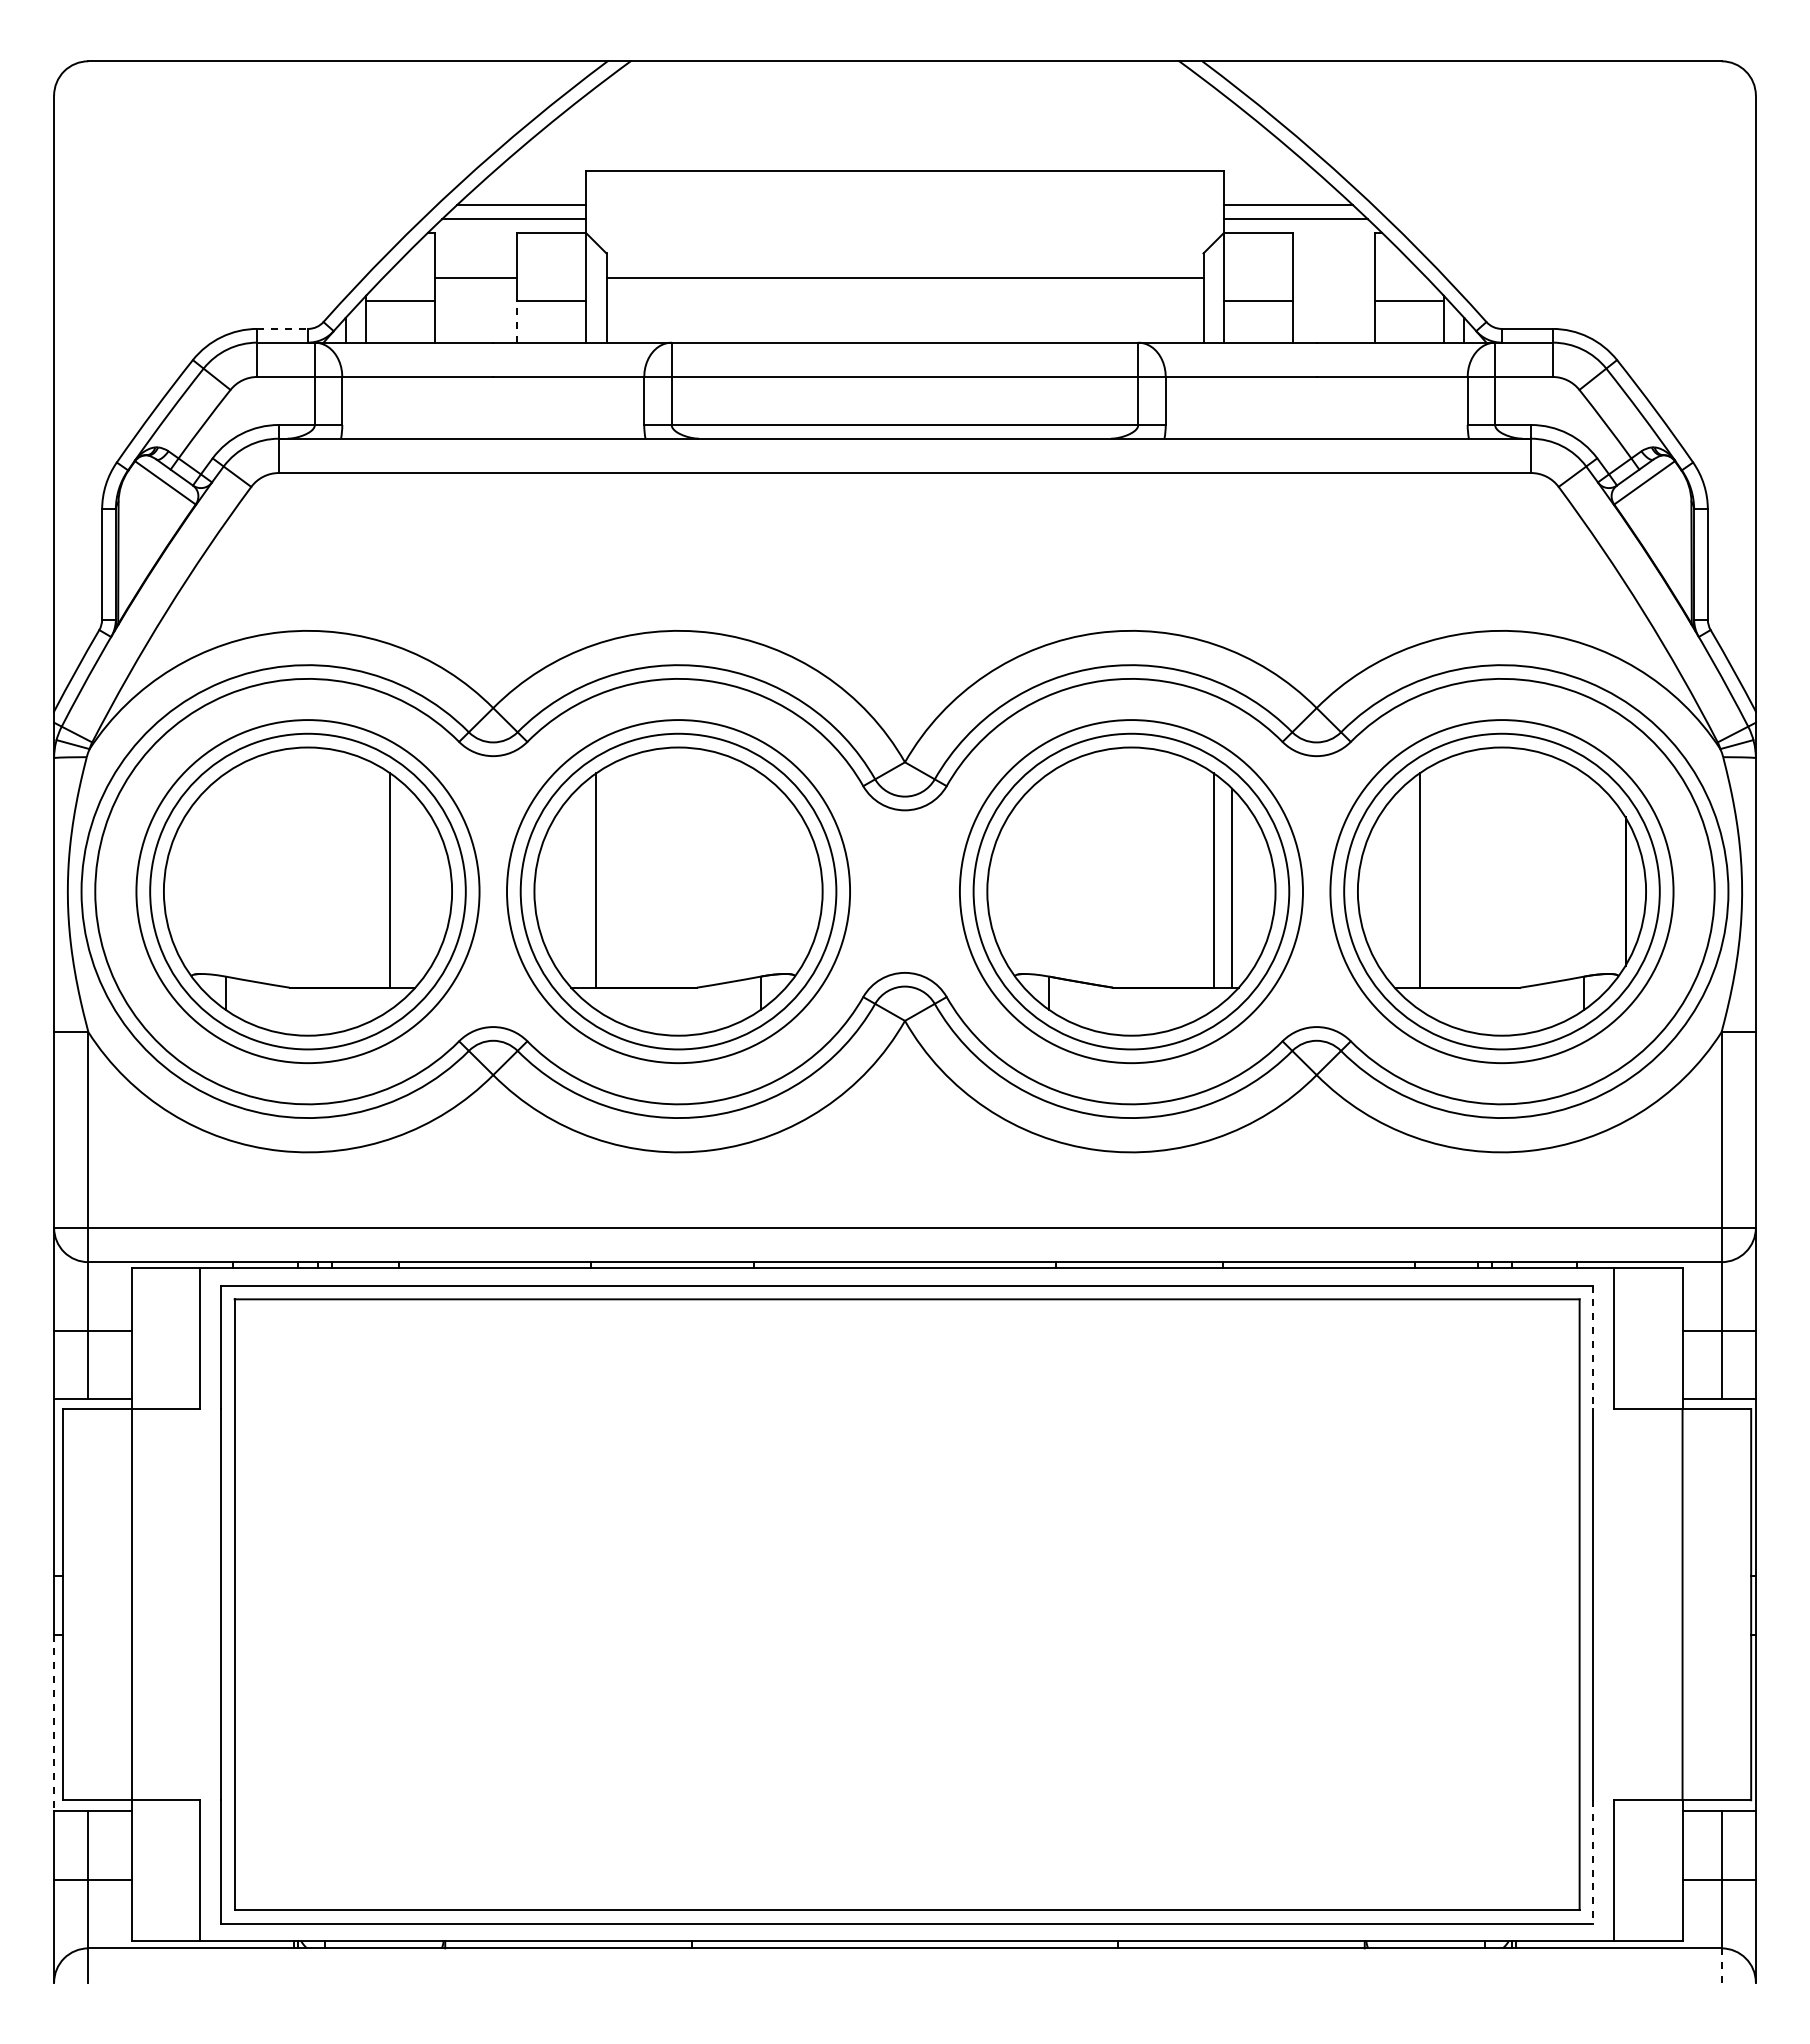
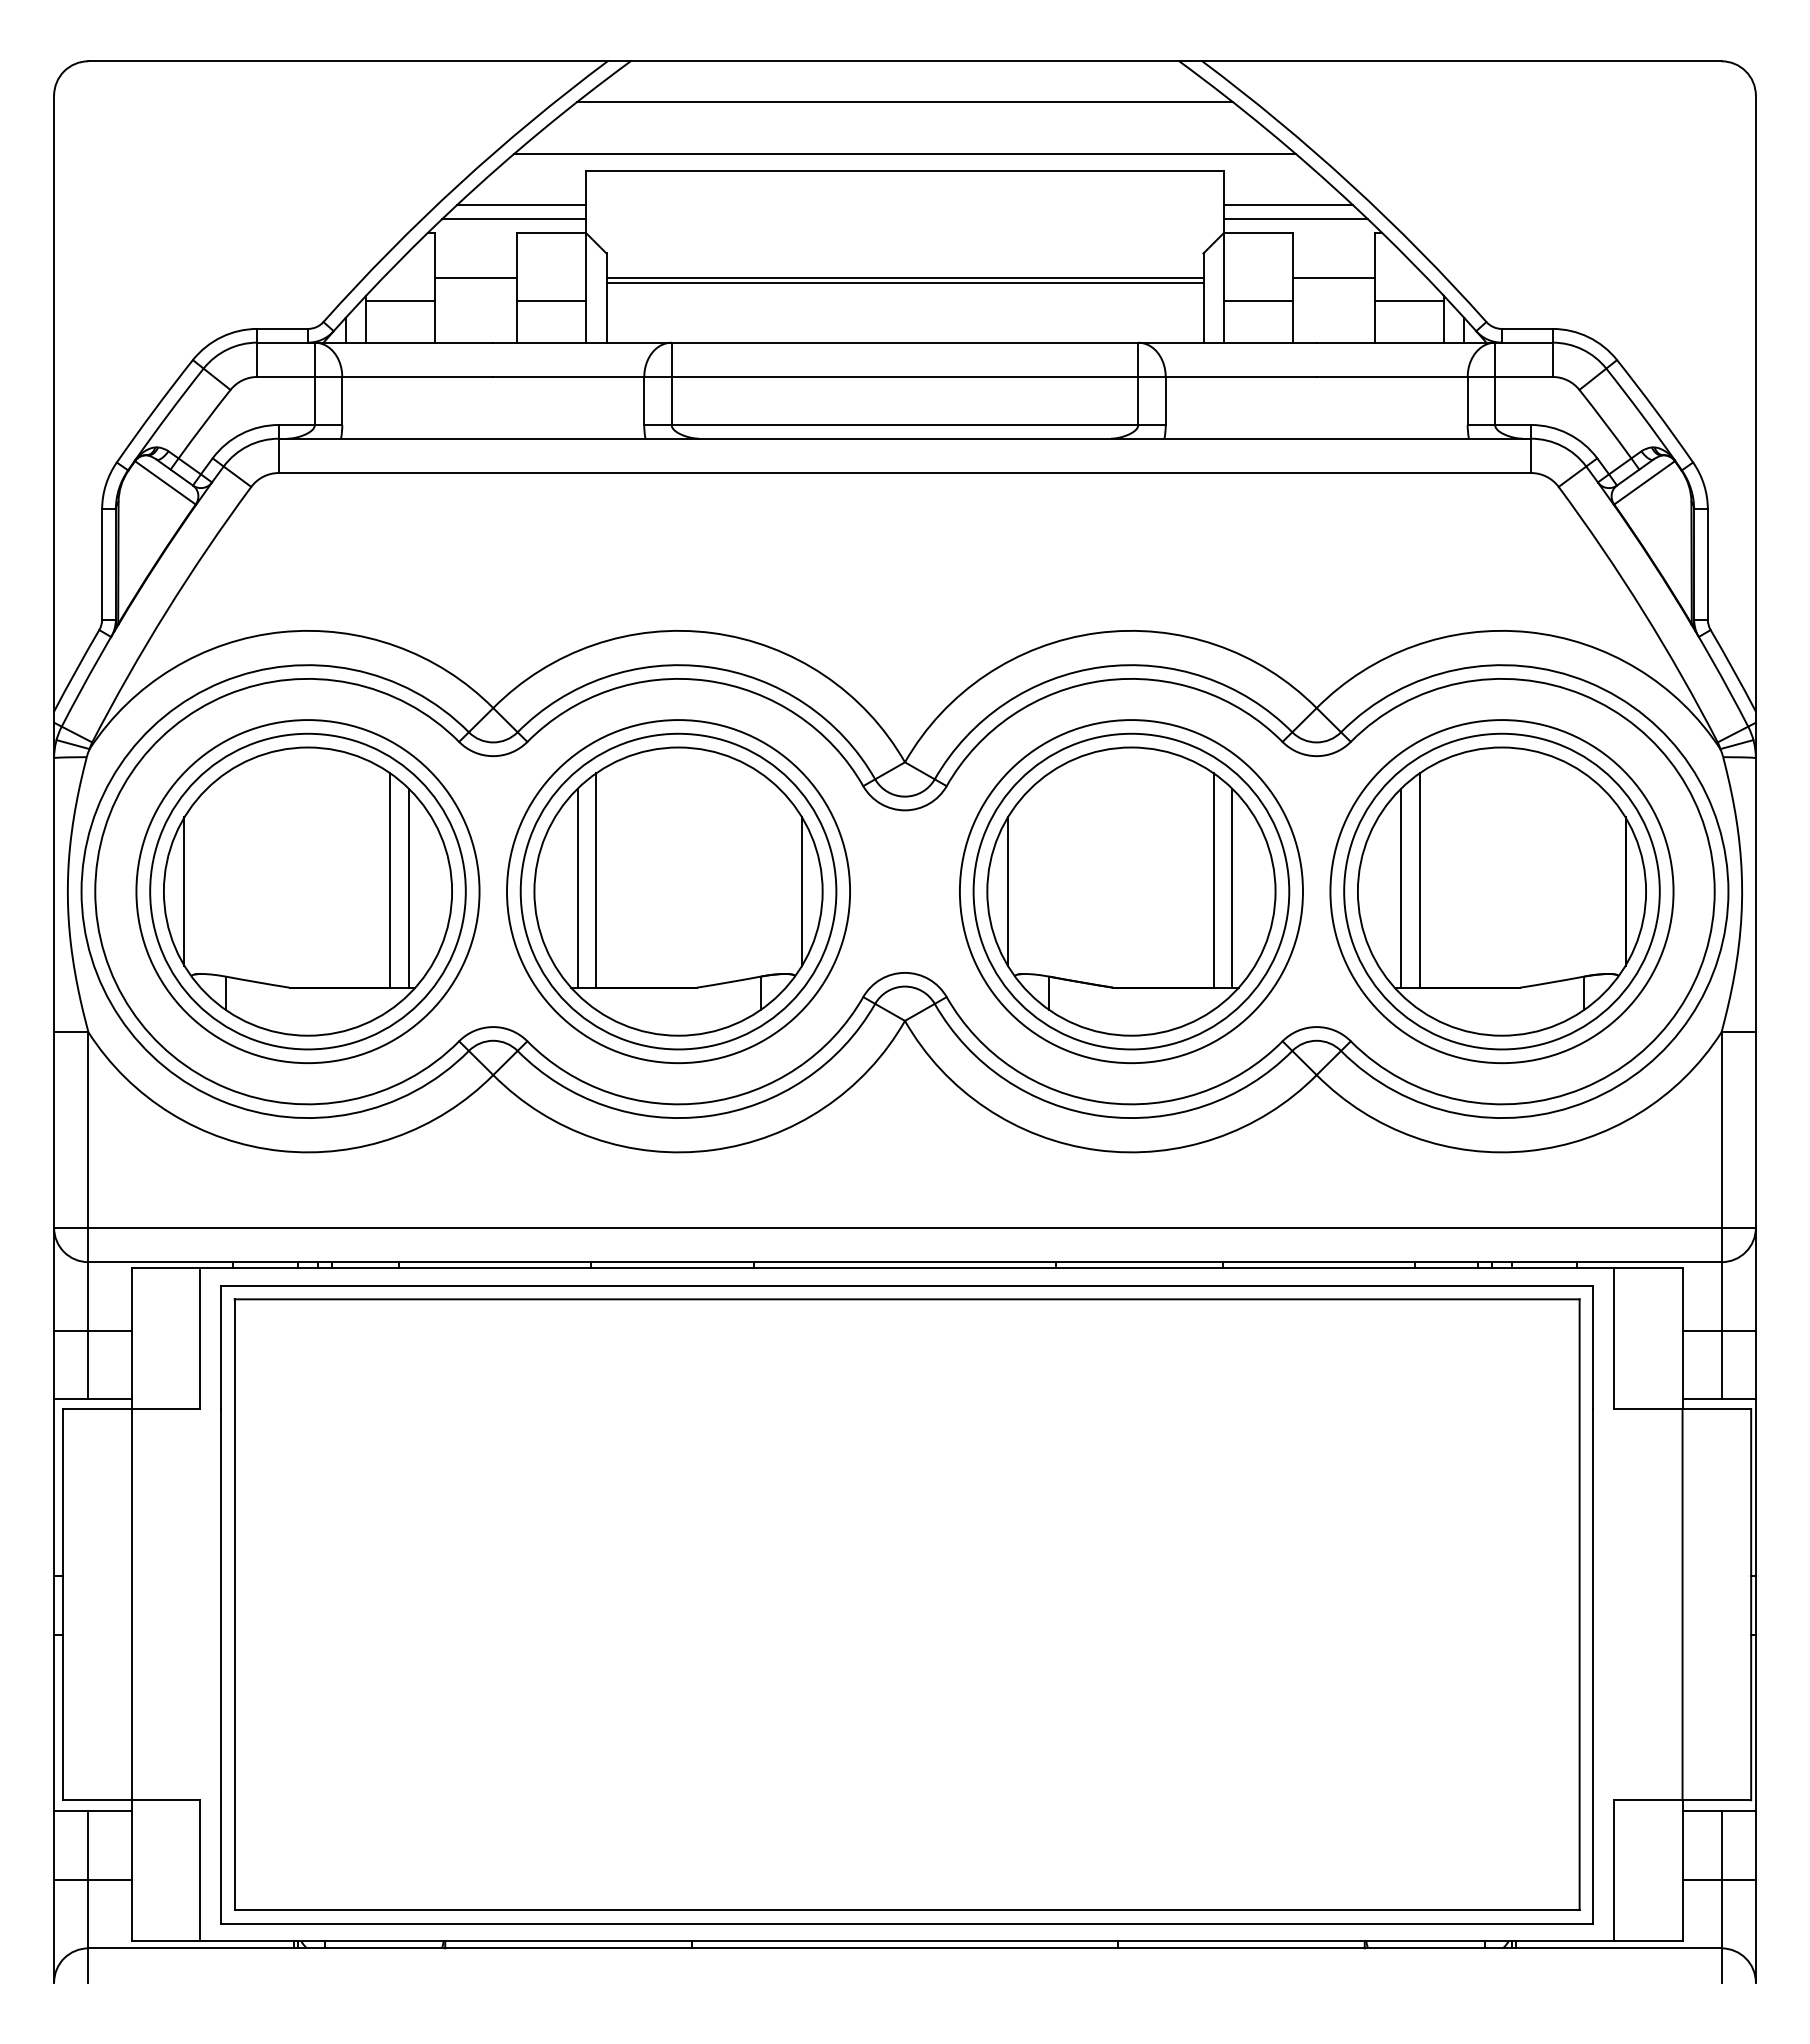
line at (904, 102): none -> present
line at (904, 153): none -> present
line at (1333, 278): none -> present
line at (904, 282): none -> present
line at (517, 322): dashed -> solid
line at (283, 328): dashed -> solid
line at (408, 887): none -> present
line at (577, 887): none -> present
line at (1401, 887): none -> present
line at (184, 891): none -> present
line at (802, 891): none -> present
line at (1007, 891): none -> present
line at (1593, 1347): dashed -> solid
line at (54, 1723): dashed -> solid
line at (1593, 1862): dashed -> solid
line at (1721, 1965): dashed -> solid
